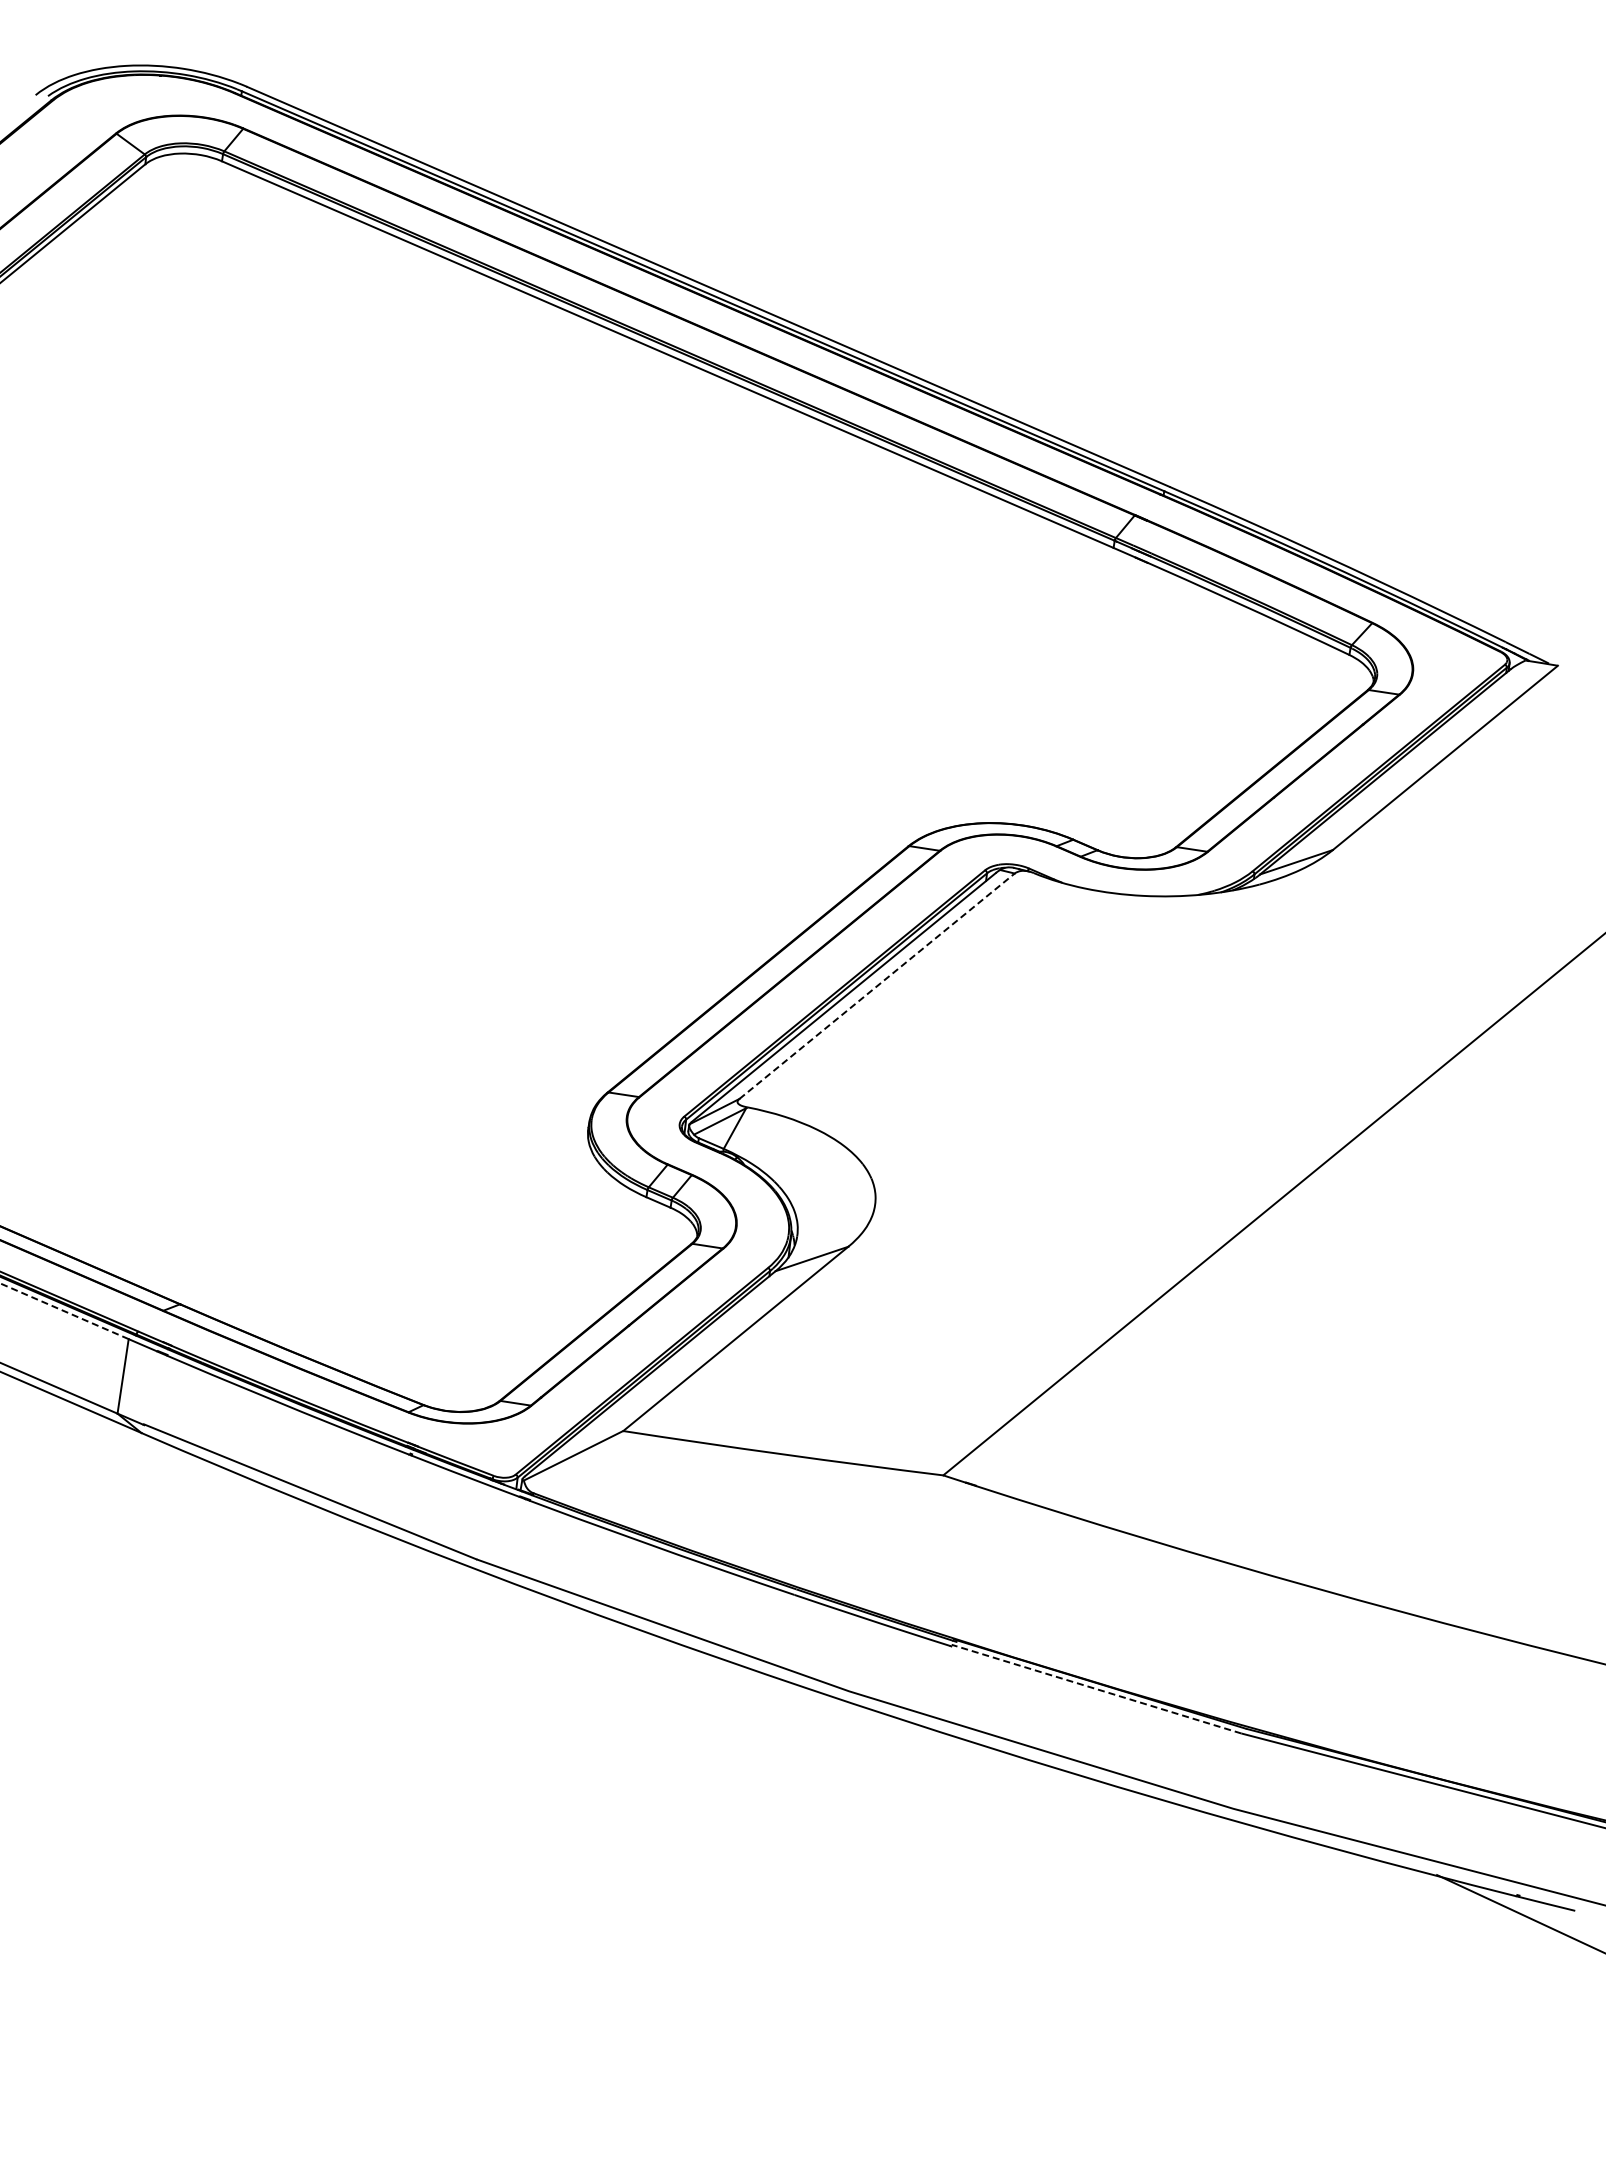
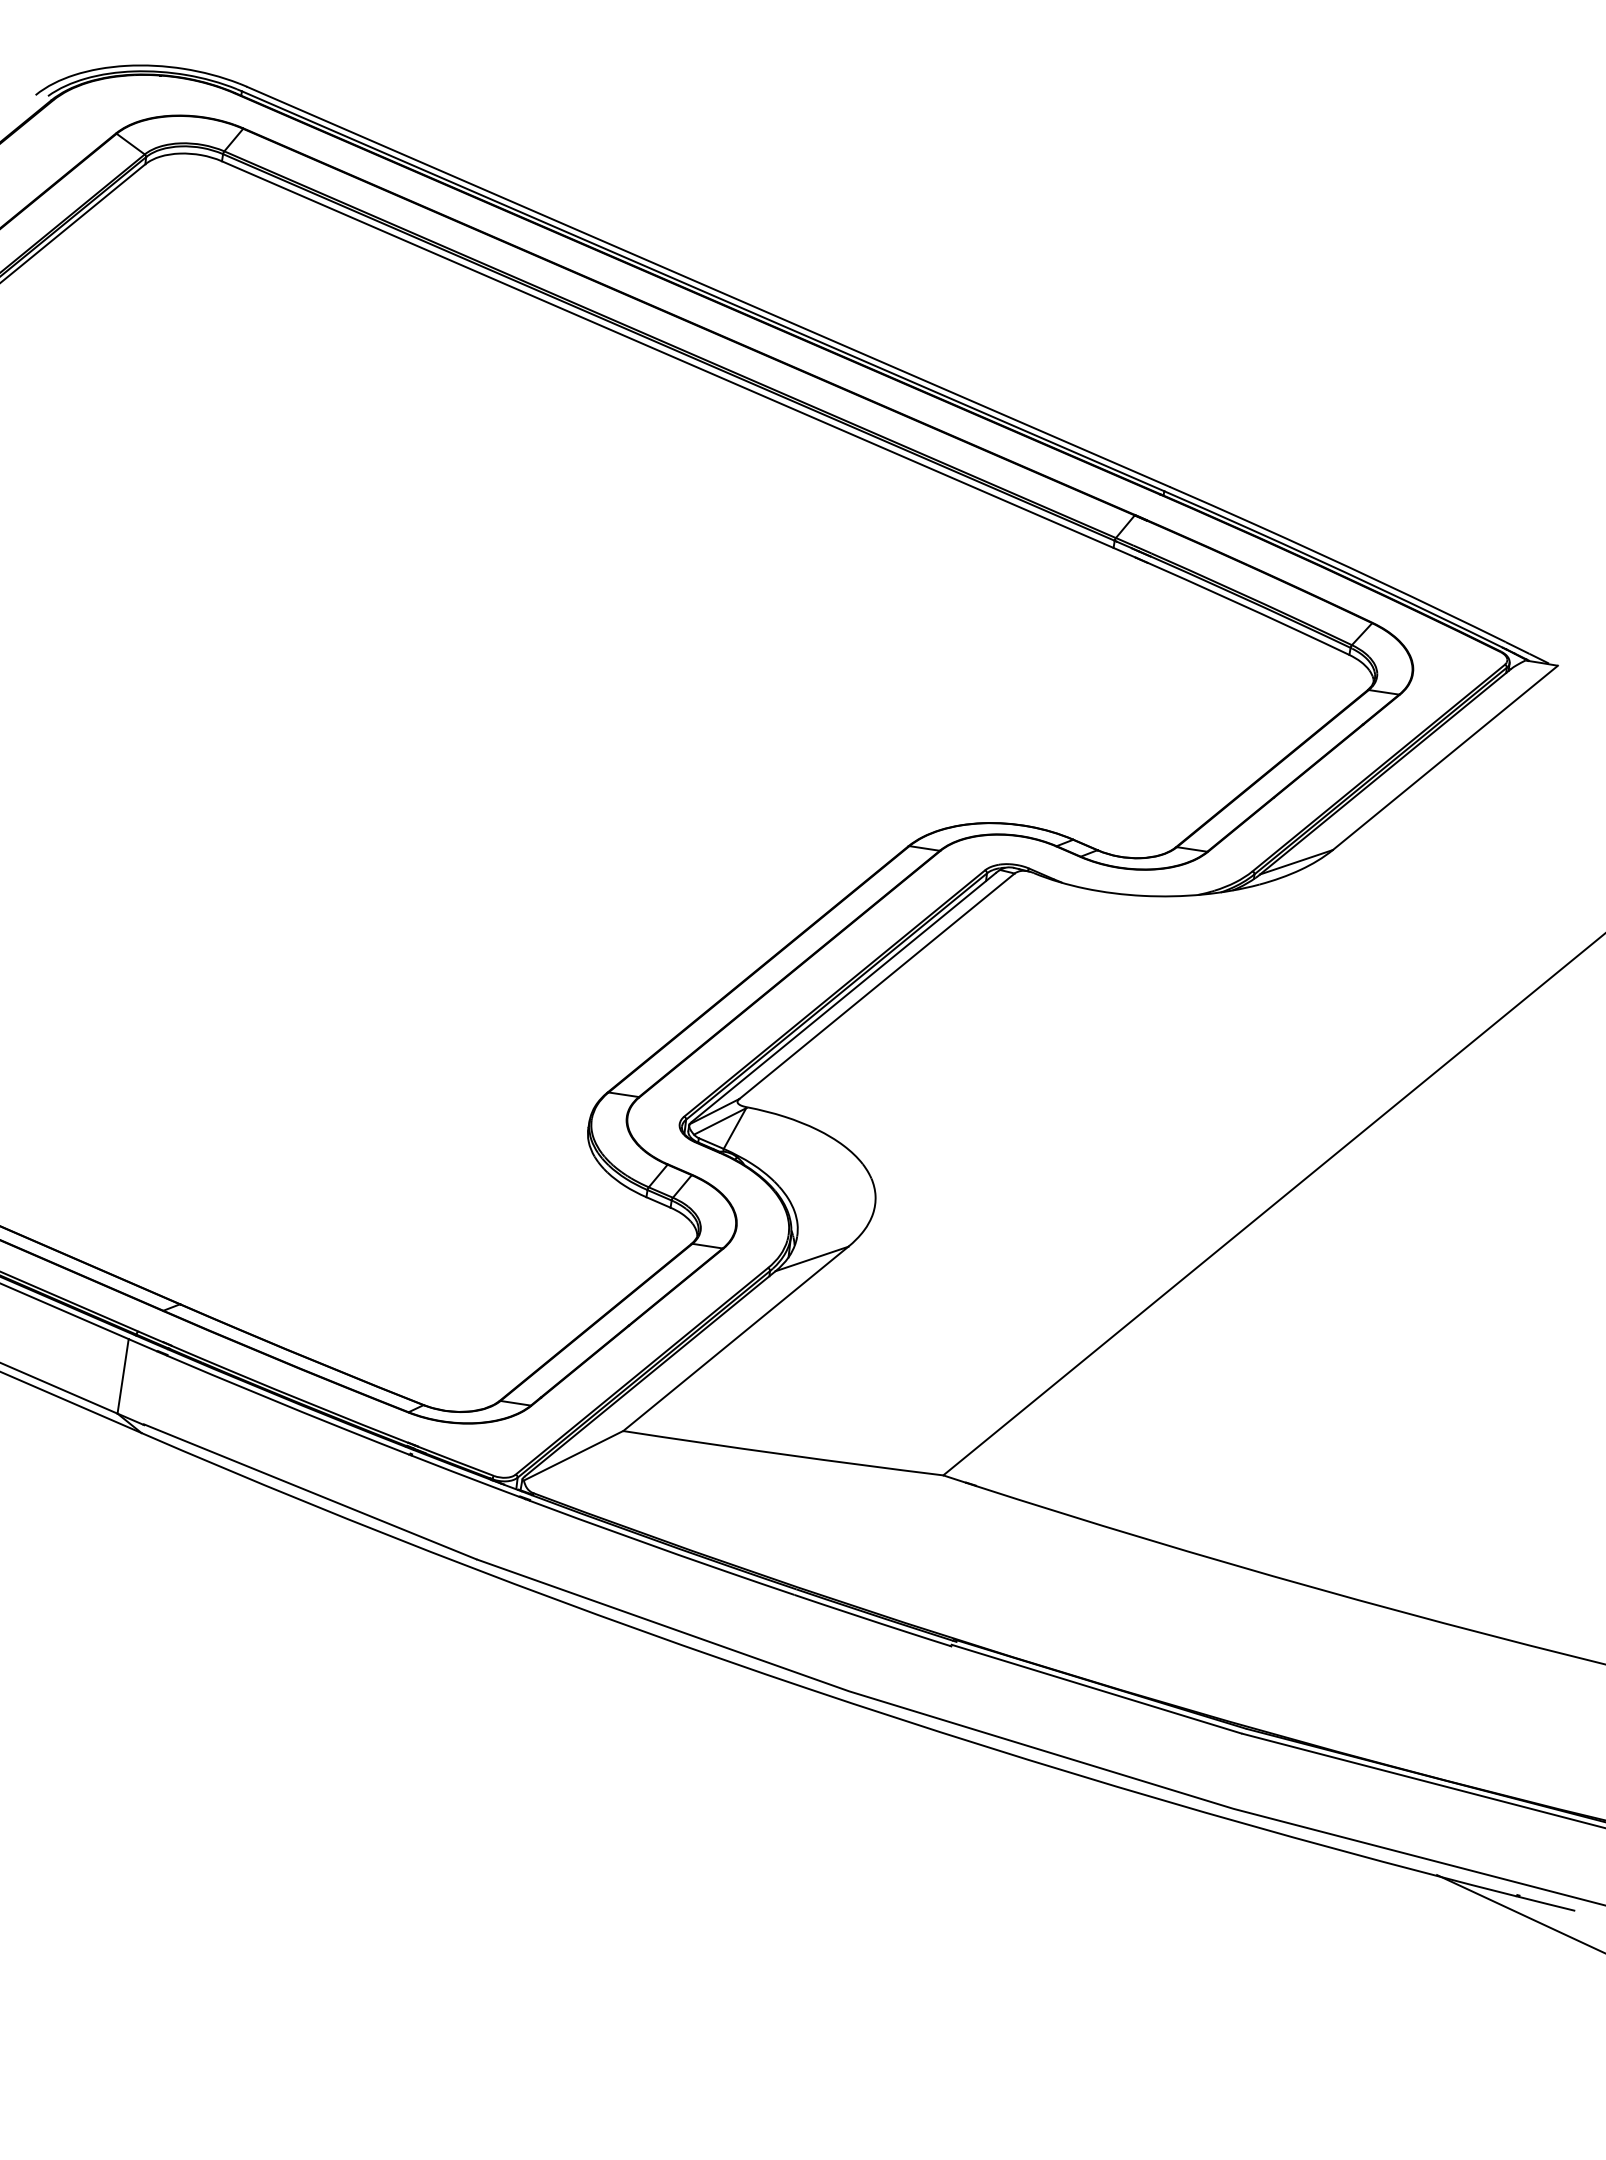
line at (877, 986): dashed -> solid
line at (64, 1311): dashed -> solid
line at (1096, 1689): dashed -> solid
